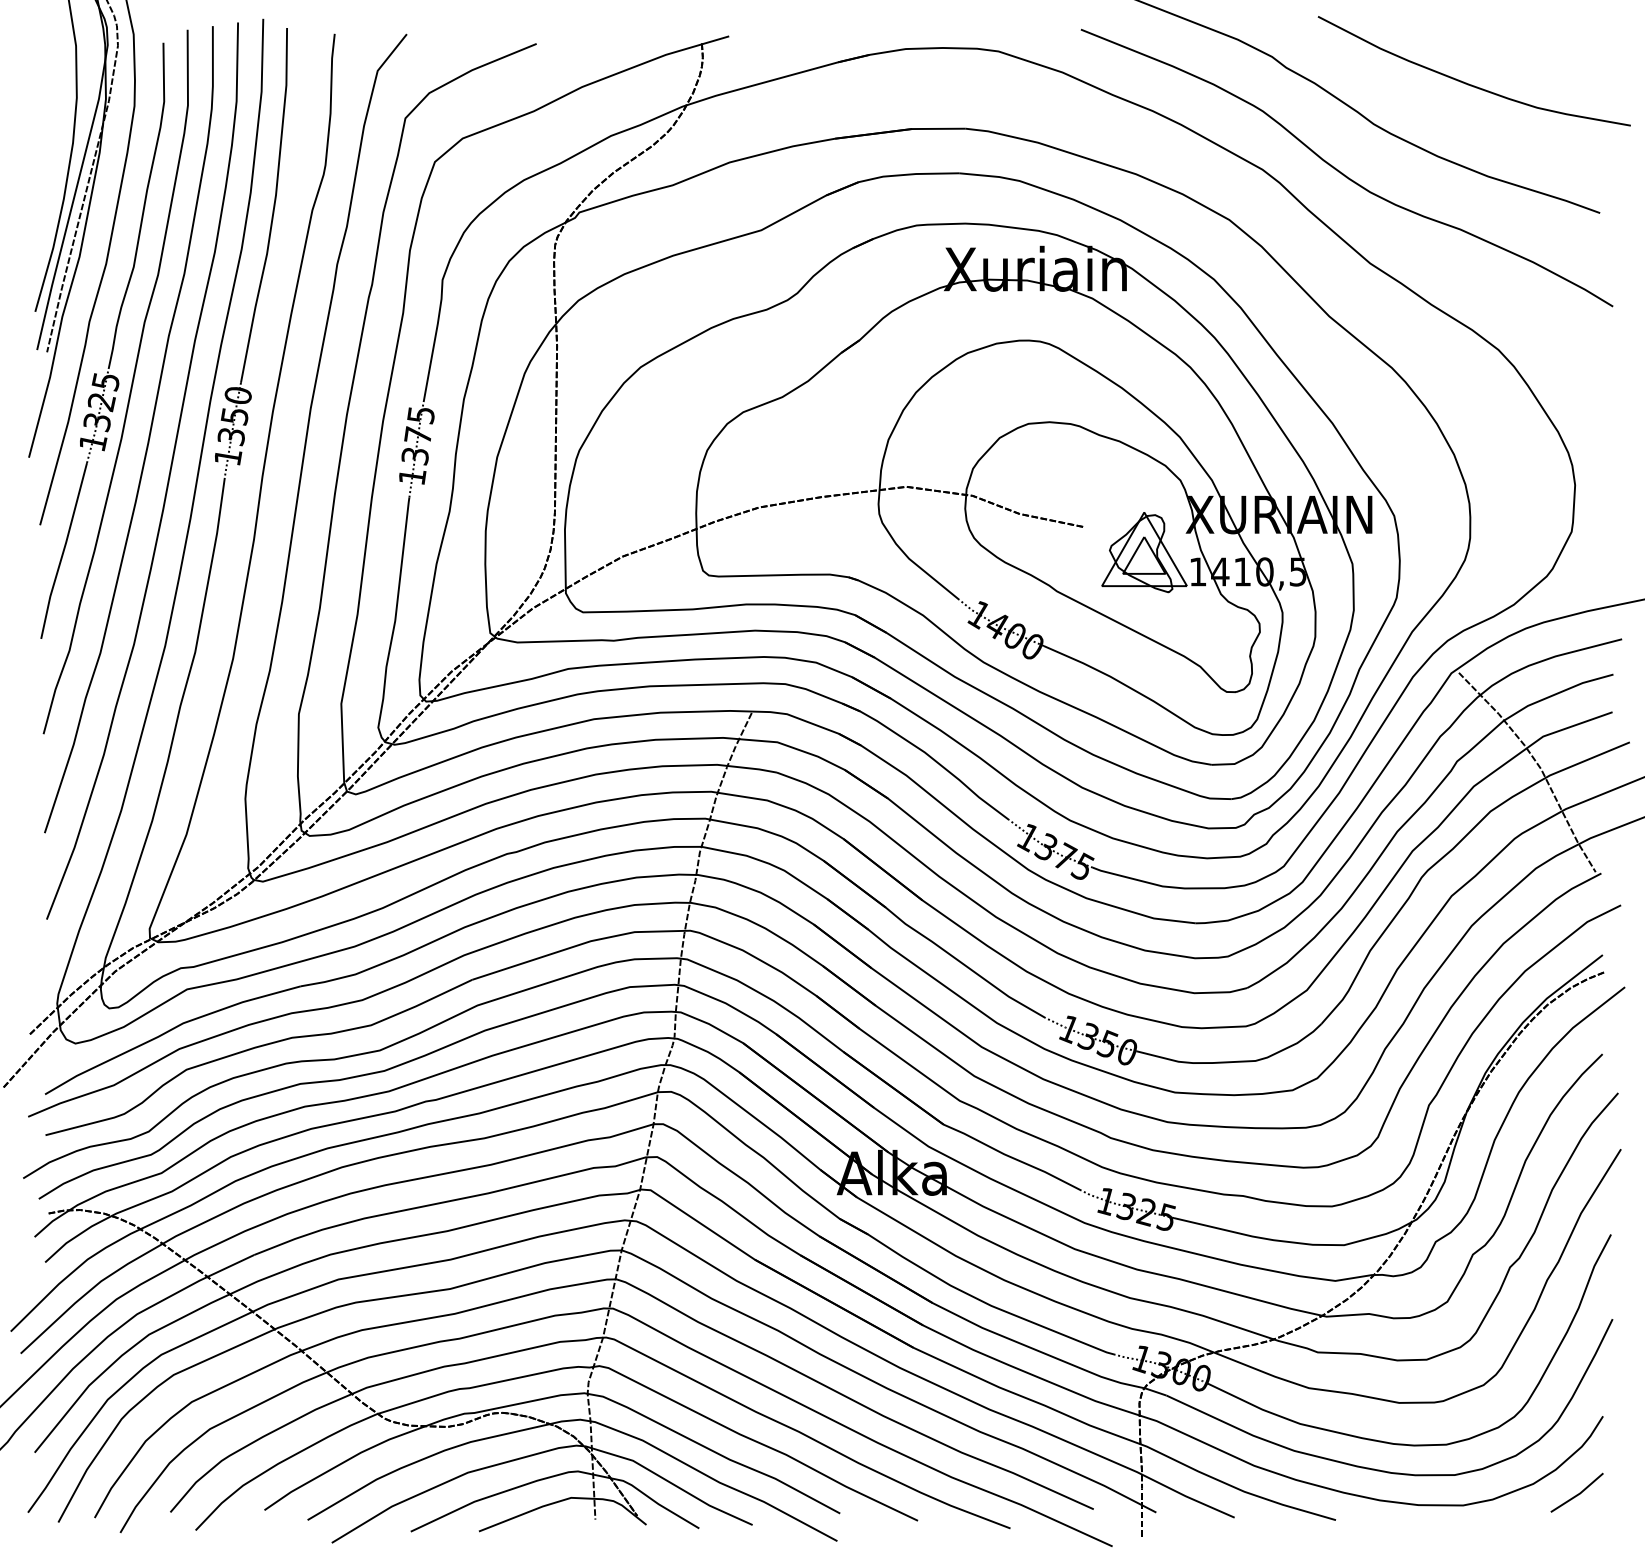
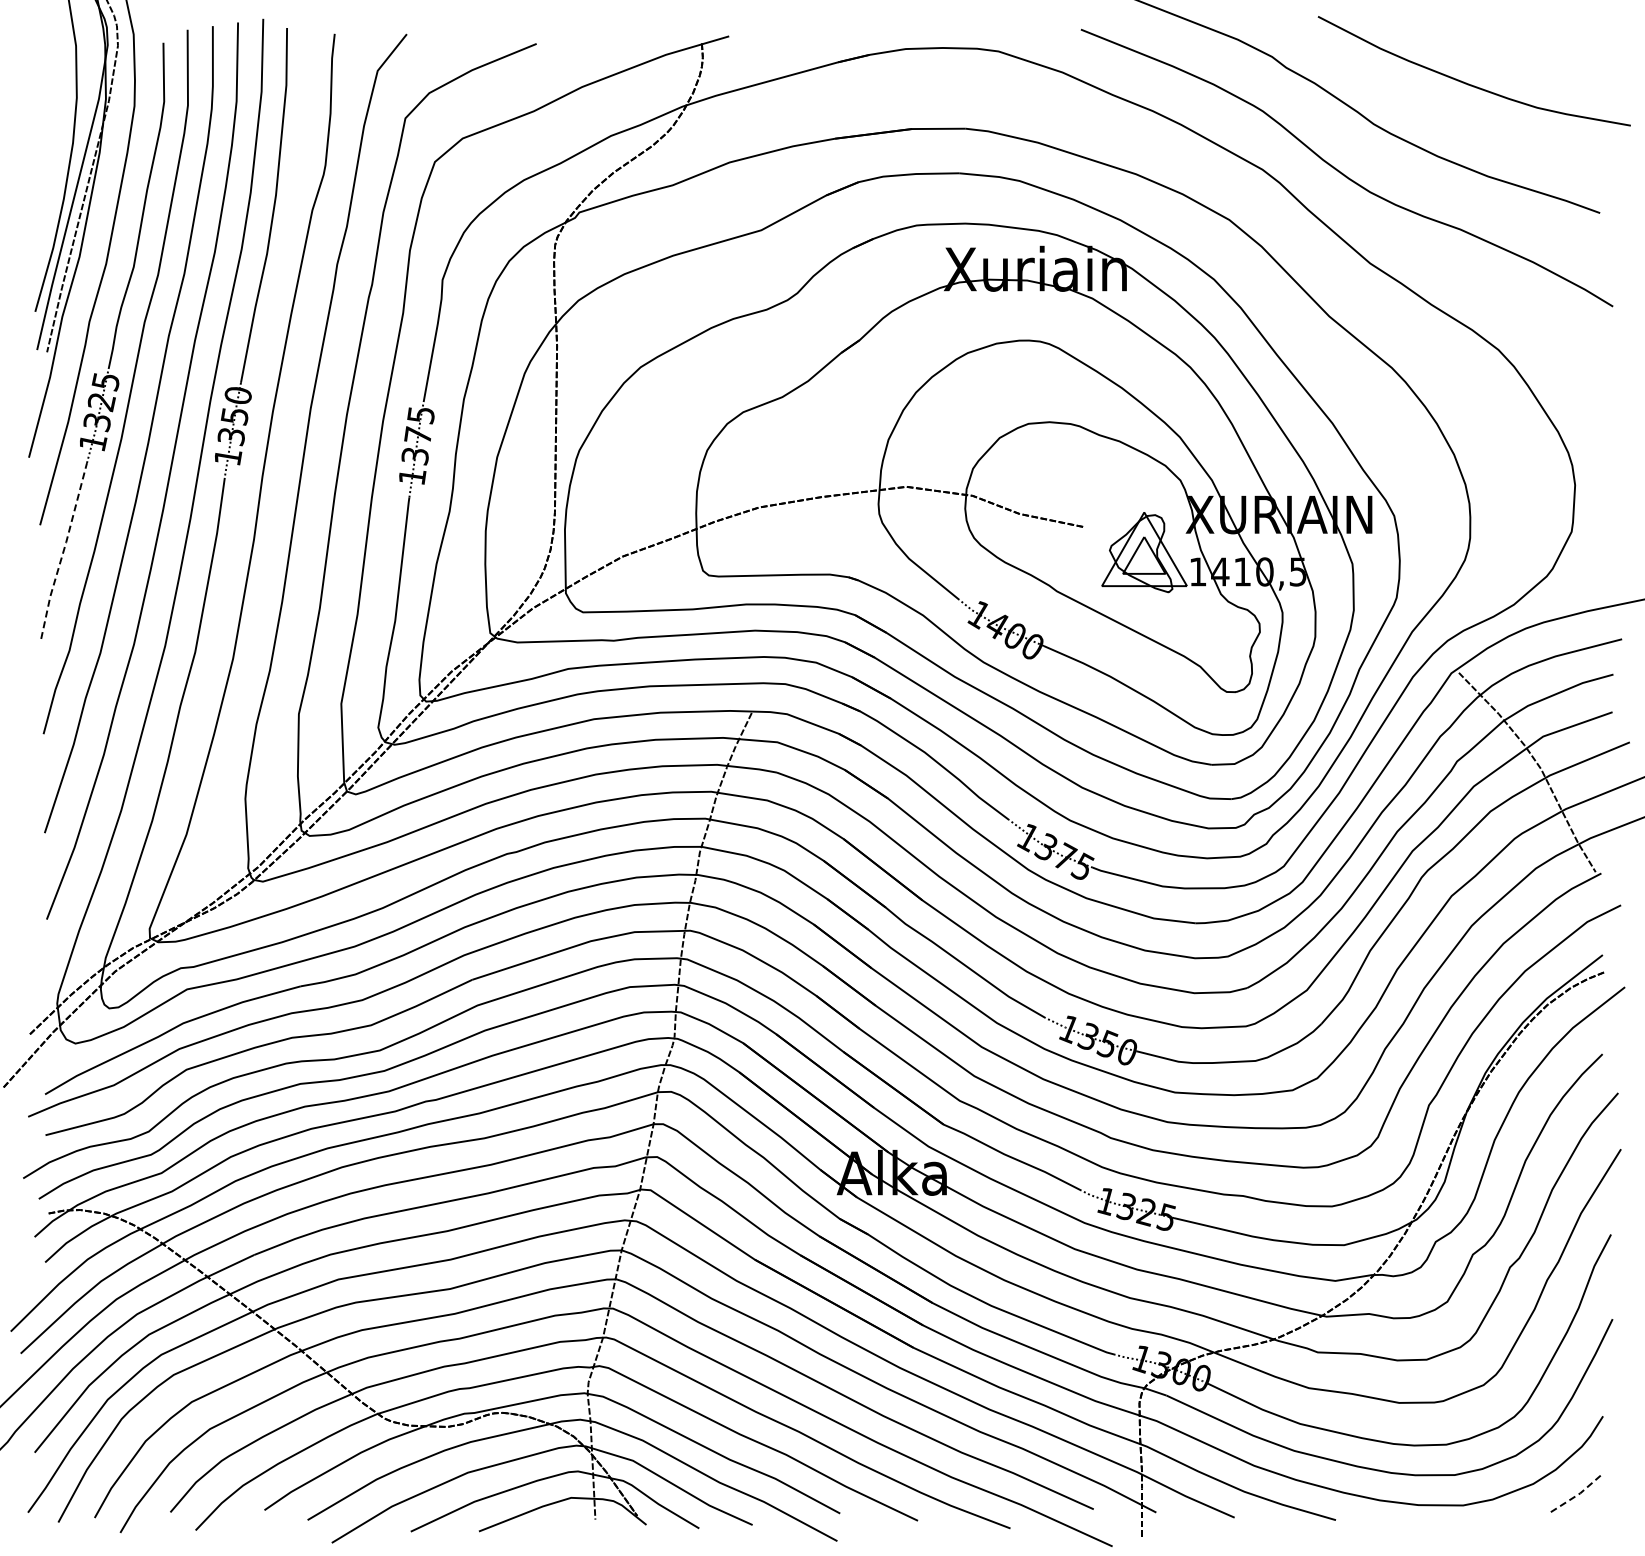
line at (63, 551): solid -> dashed
line at (1579, 1493): solid -> dashed
